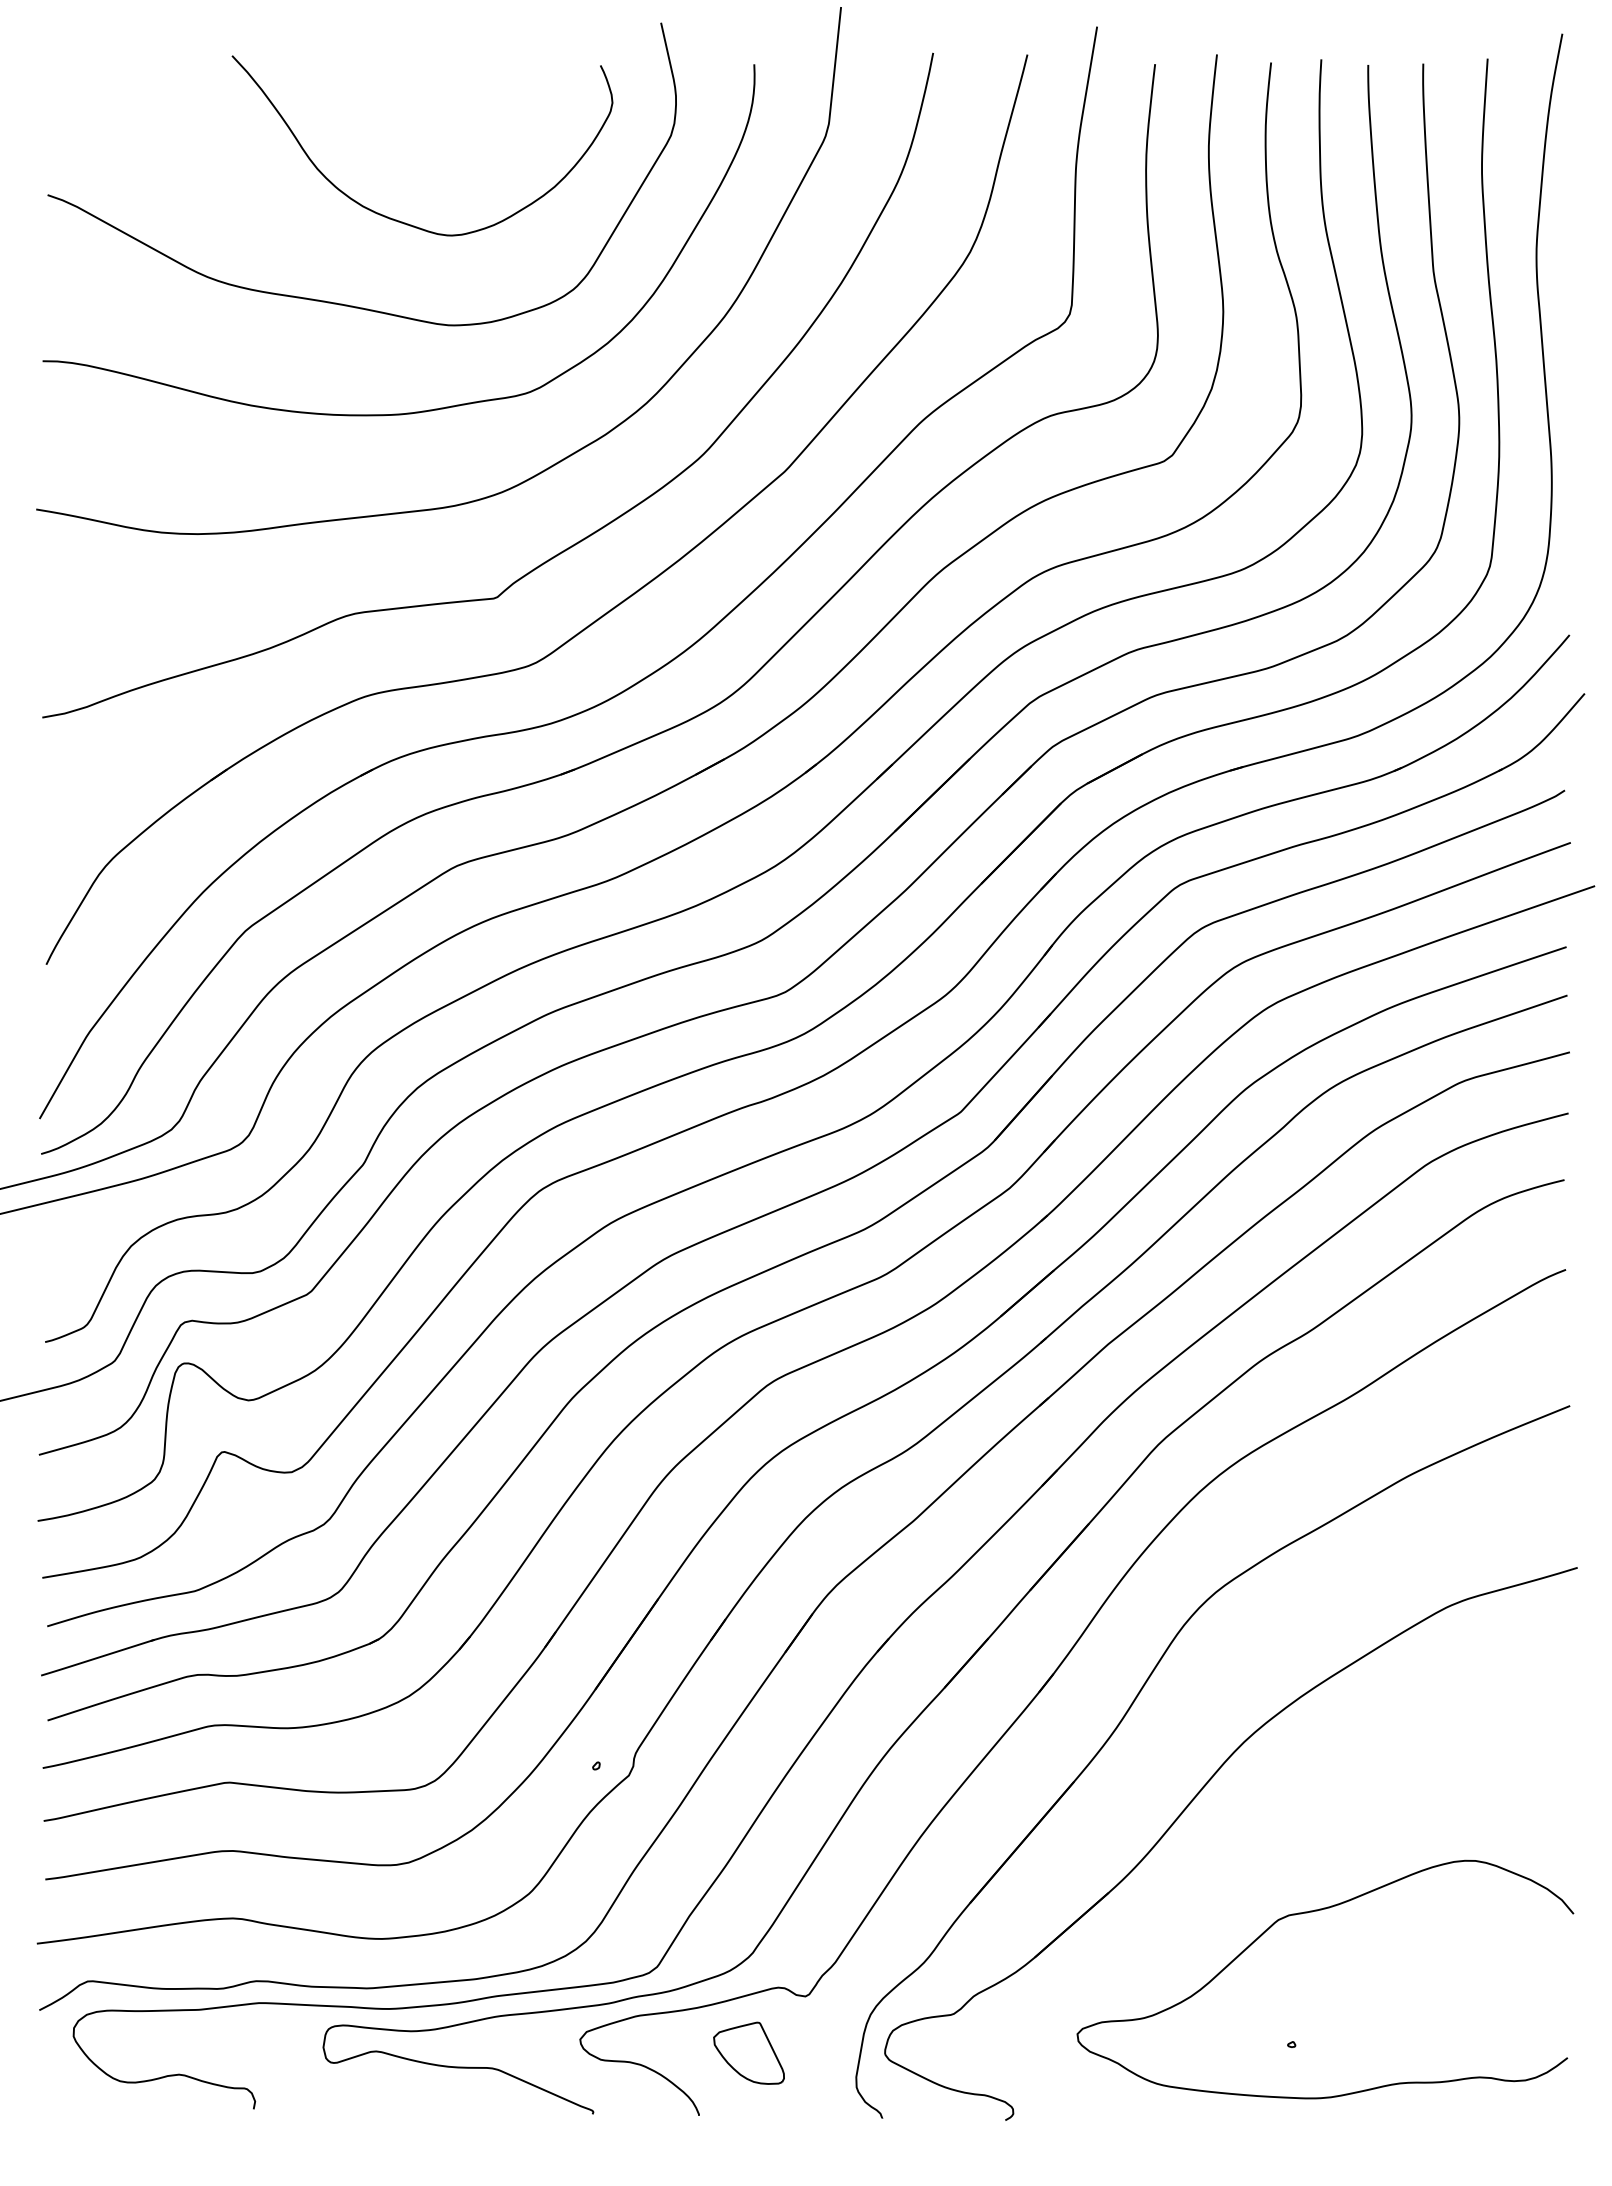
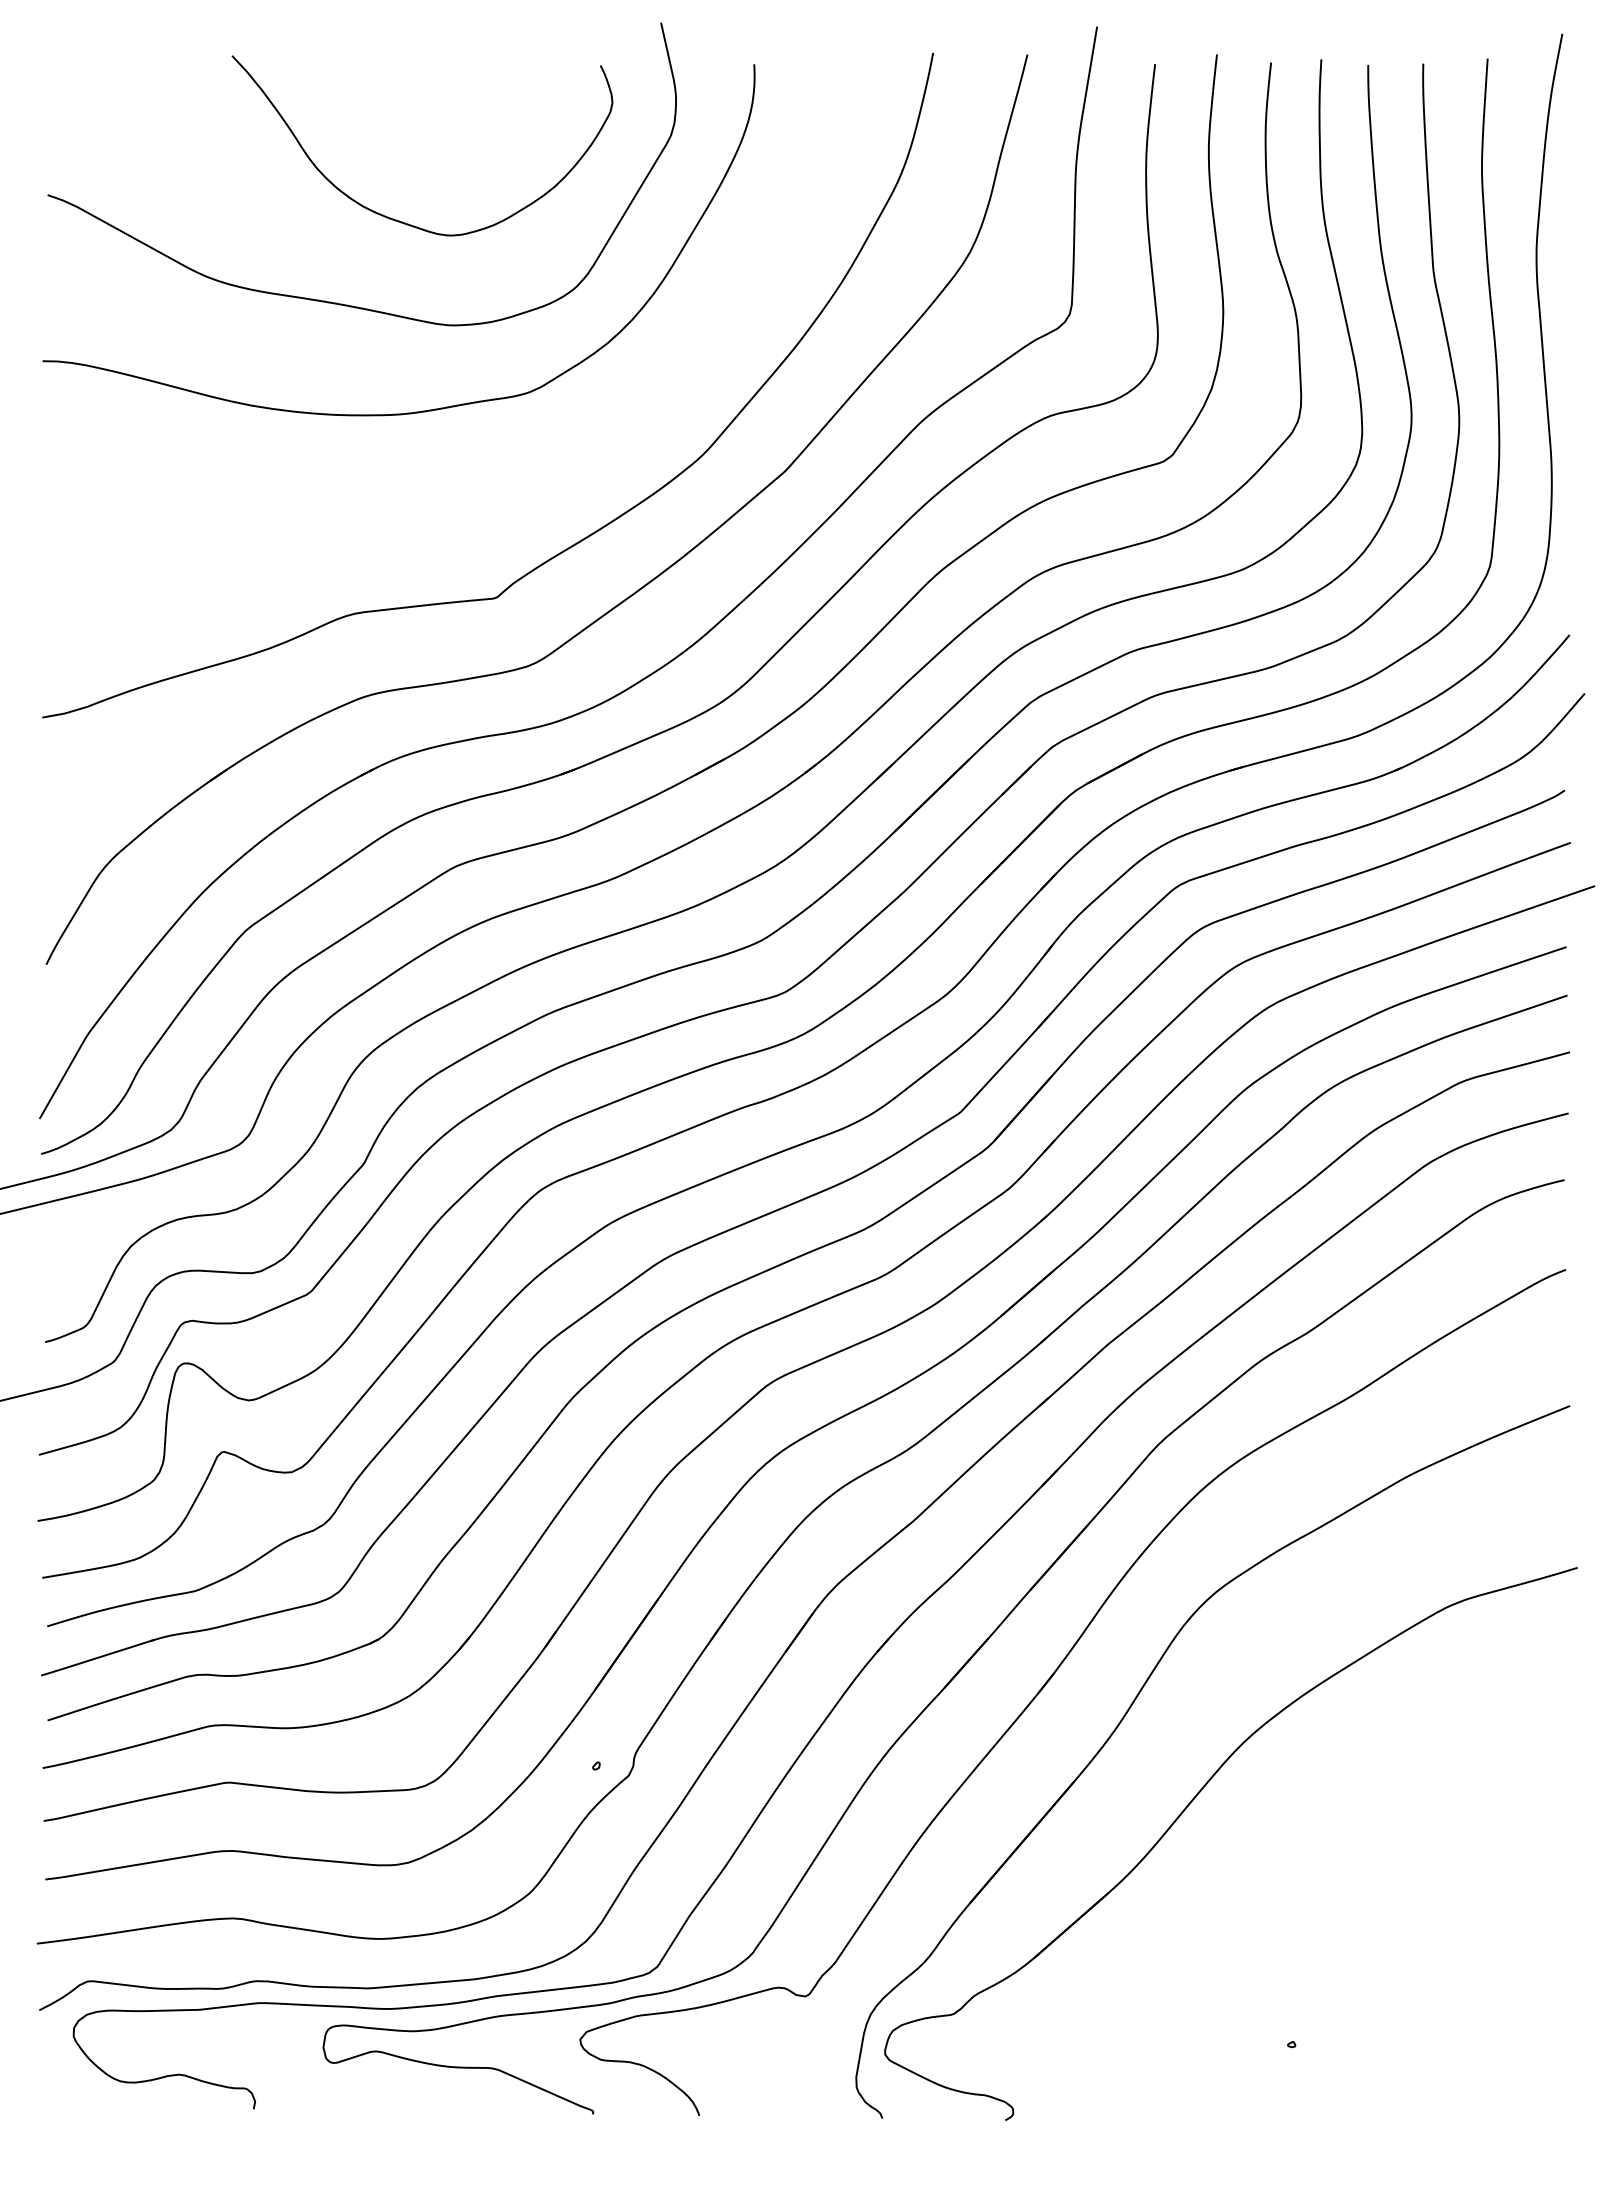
curve at (547, 467): present -> none
curve at (1312, 1912): present -> none
part at (748, 2052): present -> none
